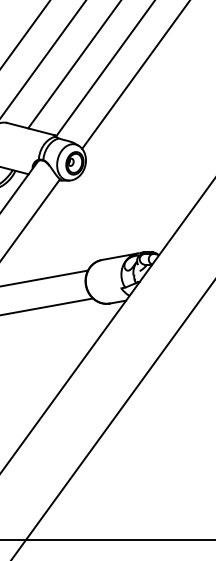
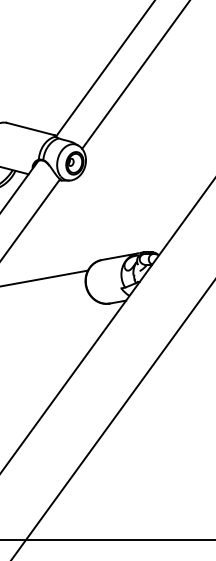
line at (25, 34): present -> none
line at (43, 58): present -> none
line at (73, 65): present -> none
line at (47, 306): present -> none
